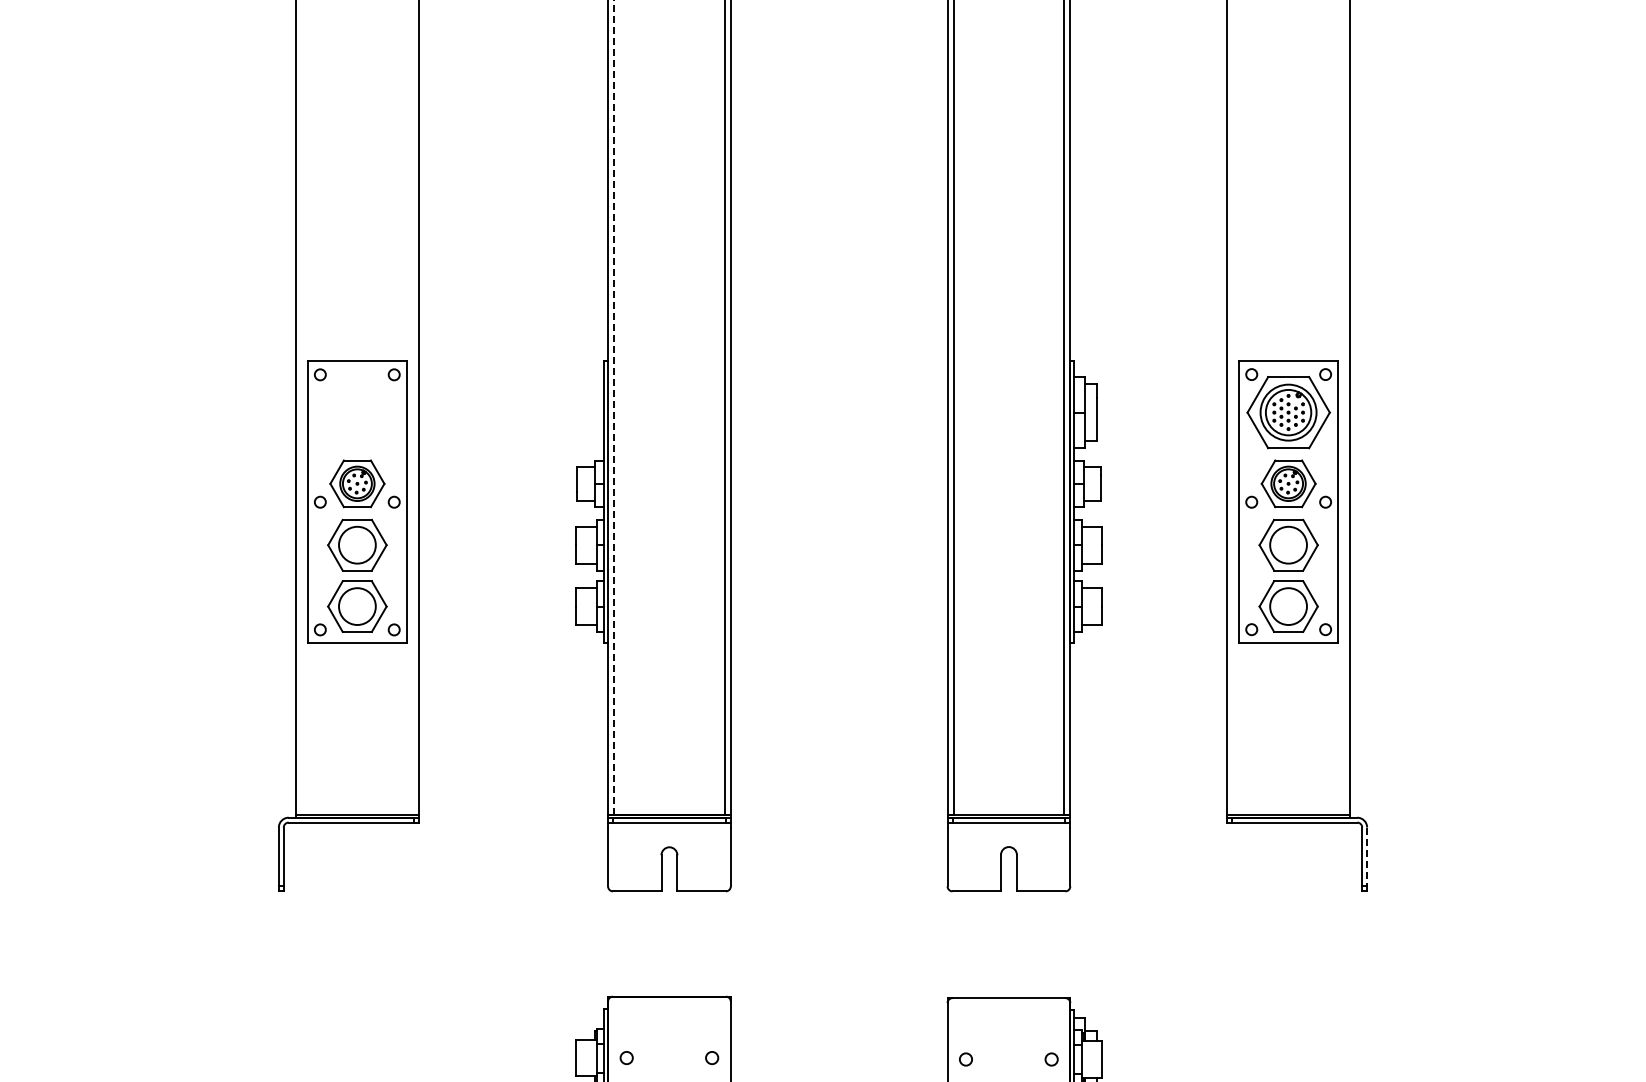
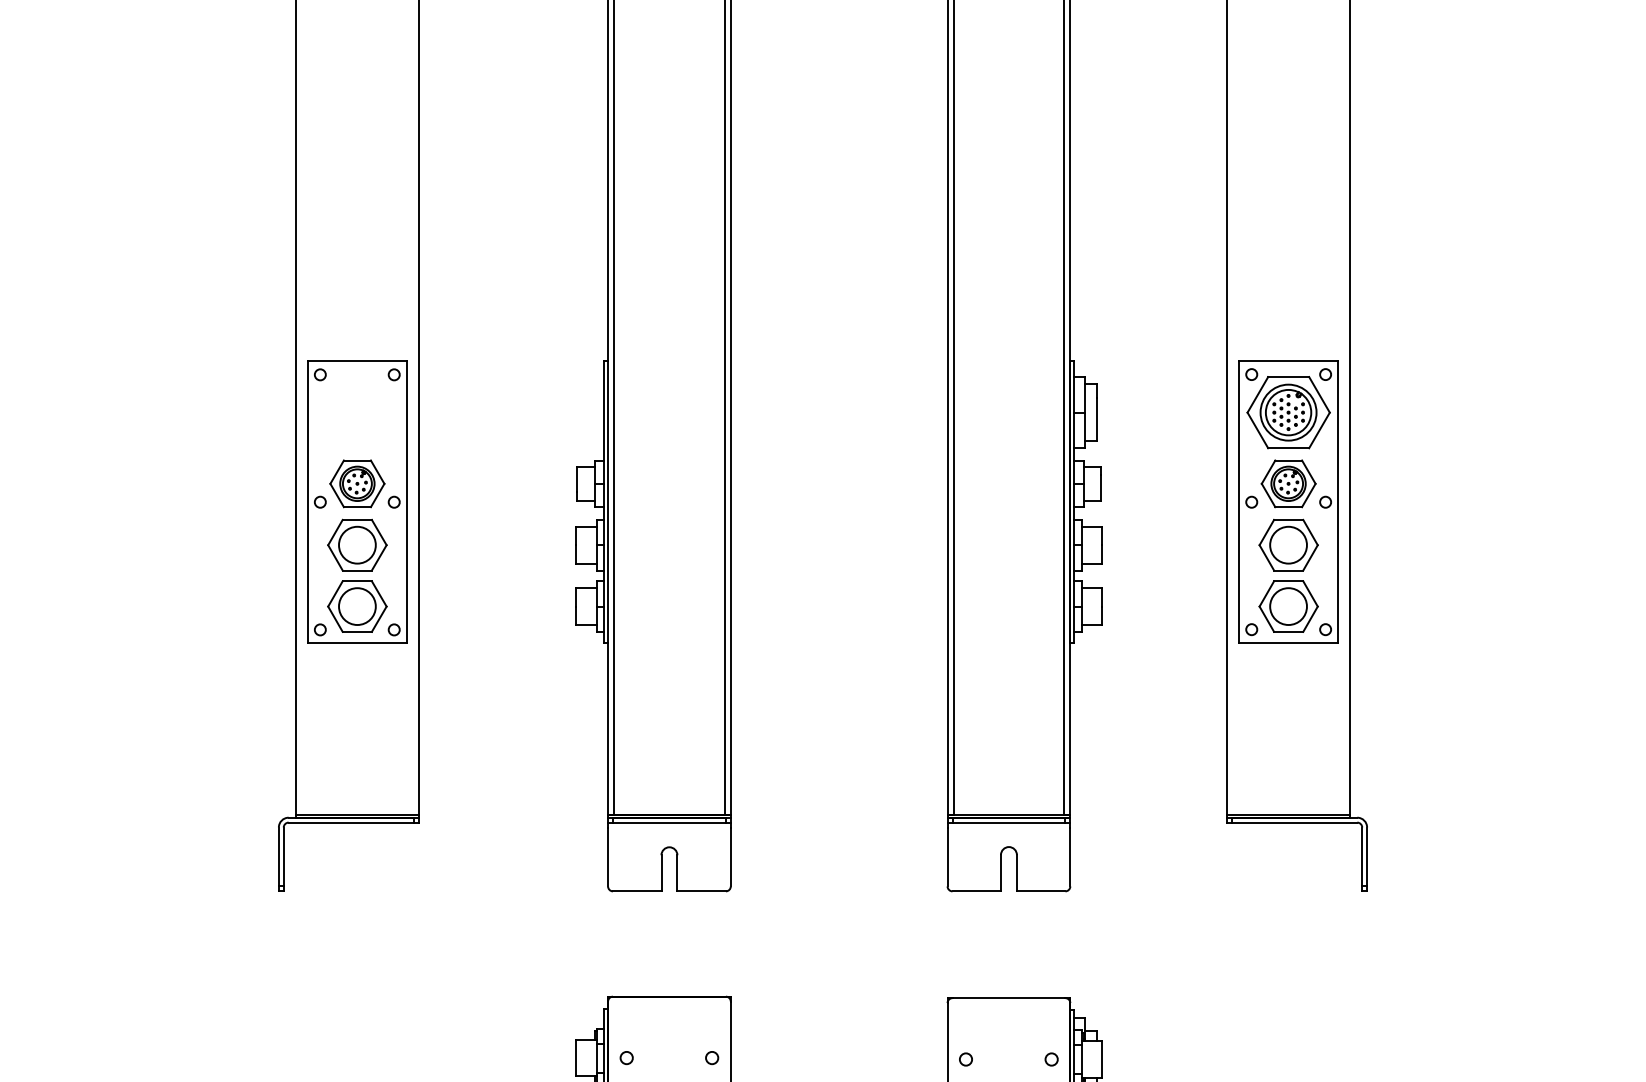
line at (614, 407): dashed -> solid
line at (1367, 857): dashed -> solid
